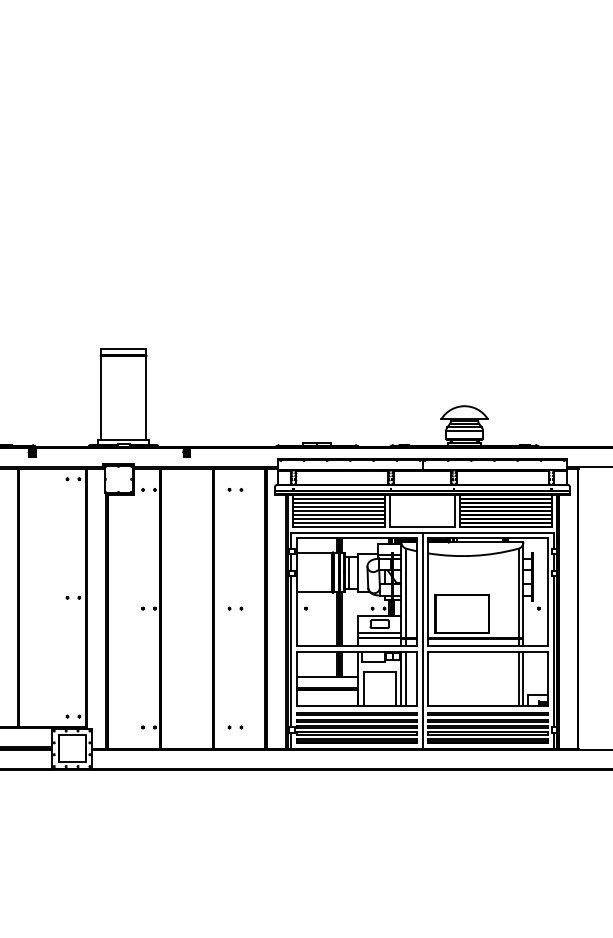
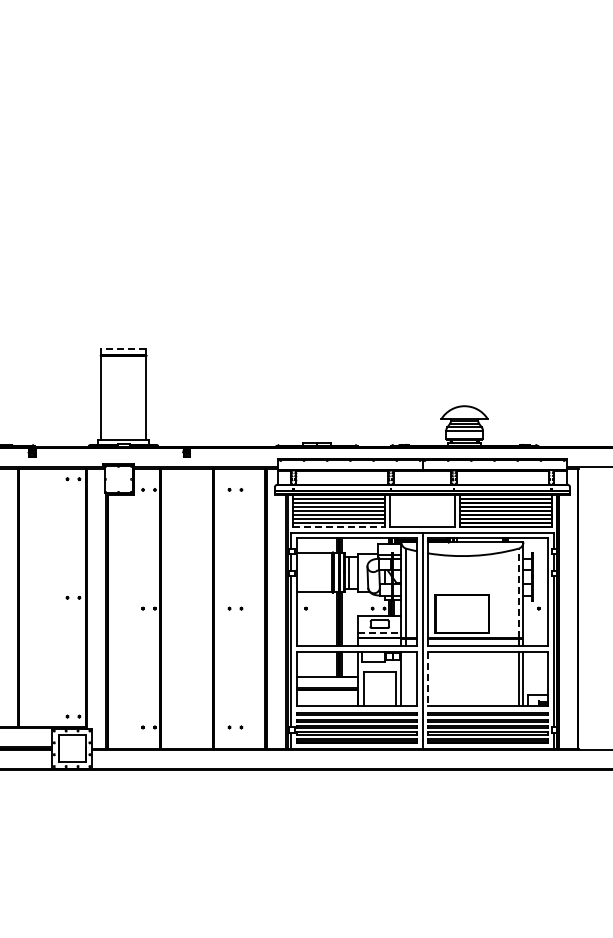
line at (123, 349): solid -> dashed
line at (338, 527): solid -> dashed
line at (518, 593): solid -> dashed
line at (379, 632): solid -> dashed
line at (406, 678): present -> none
line at (427, 678): solid -> dashed
